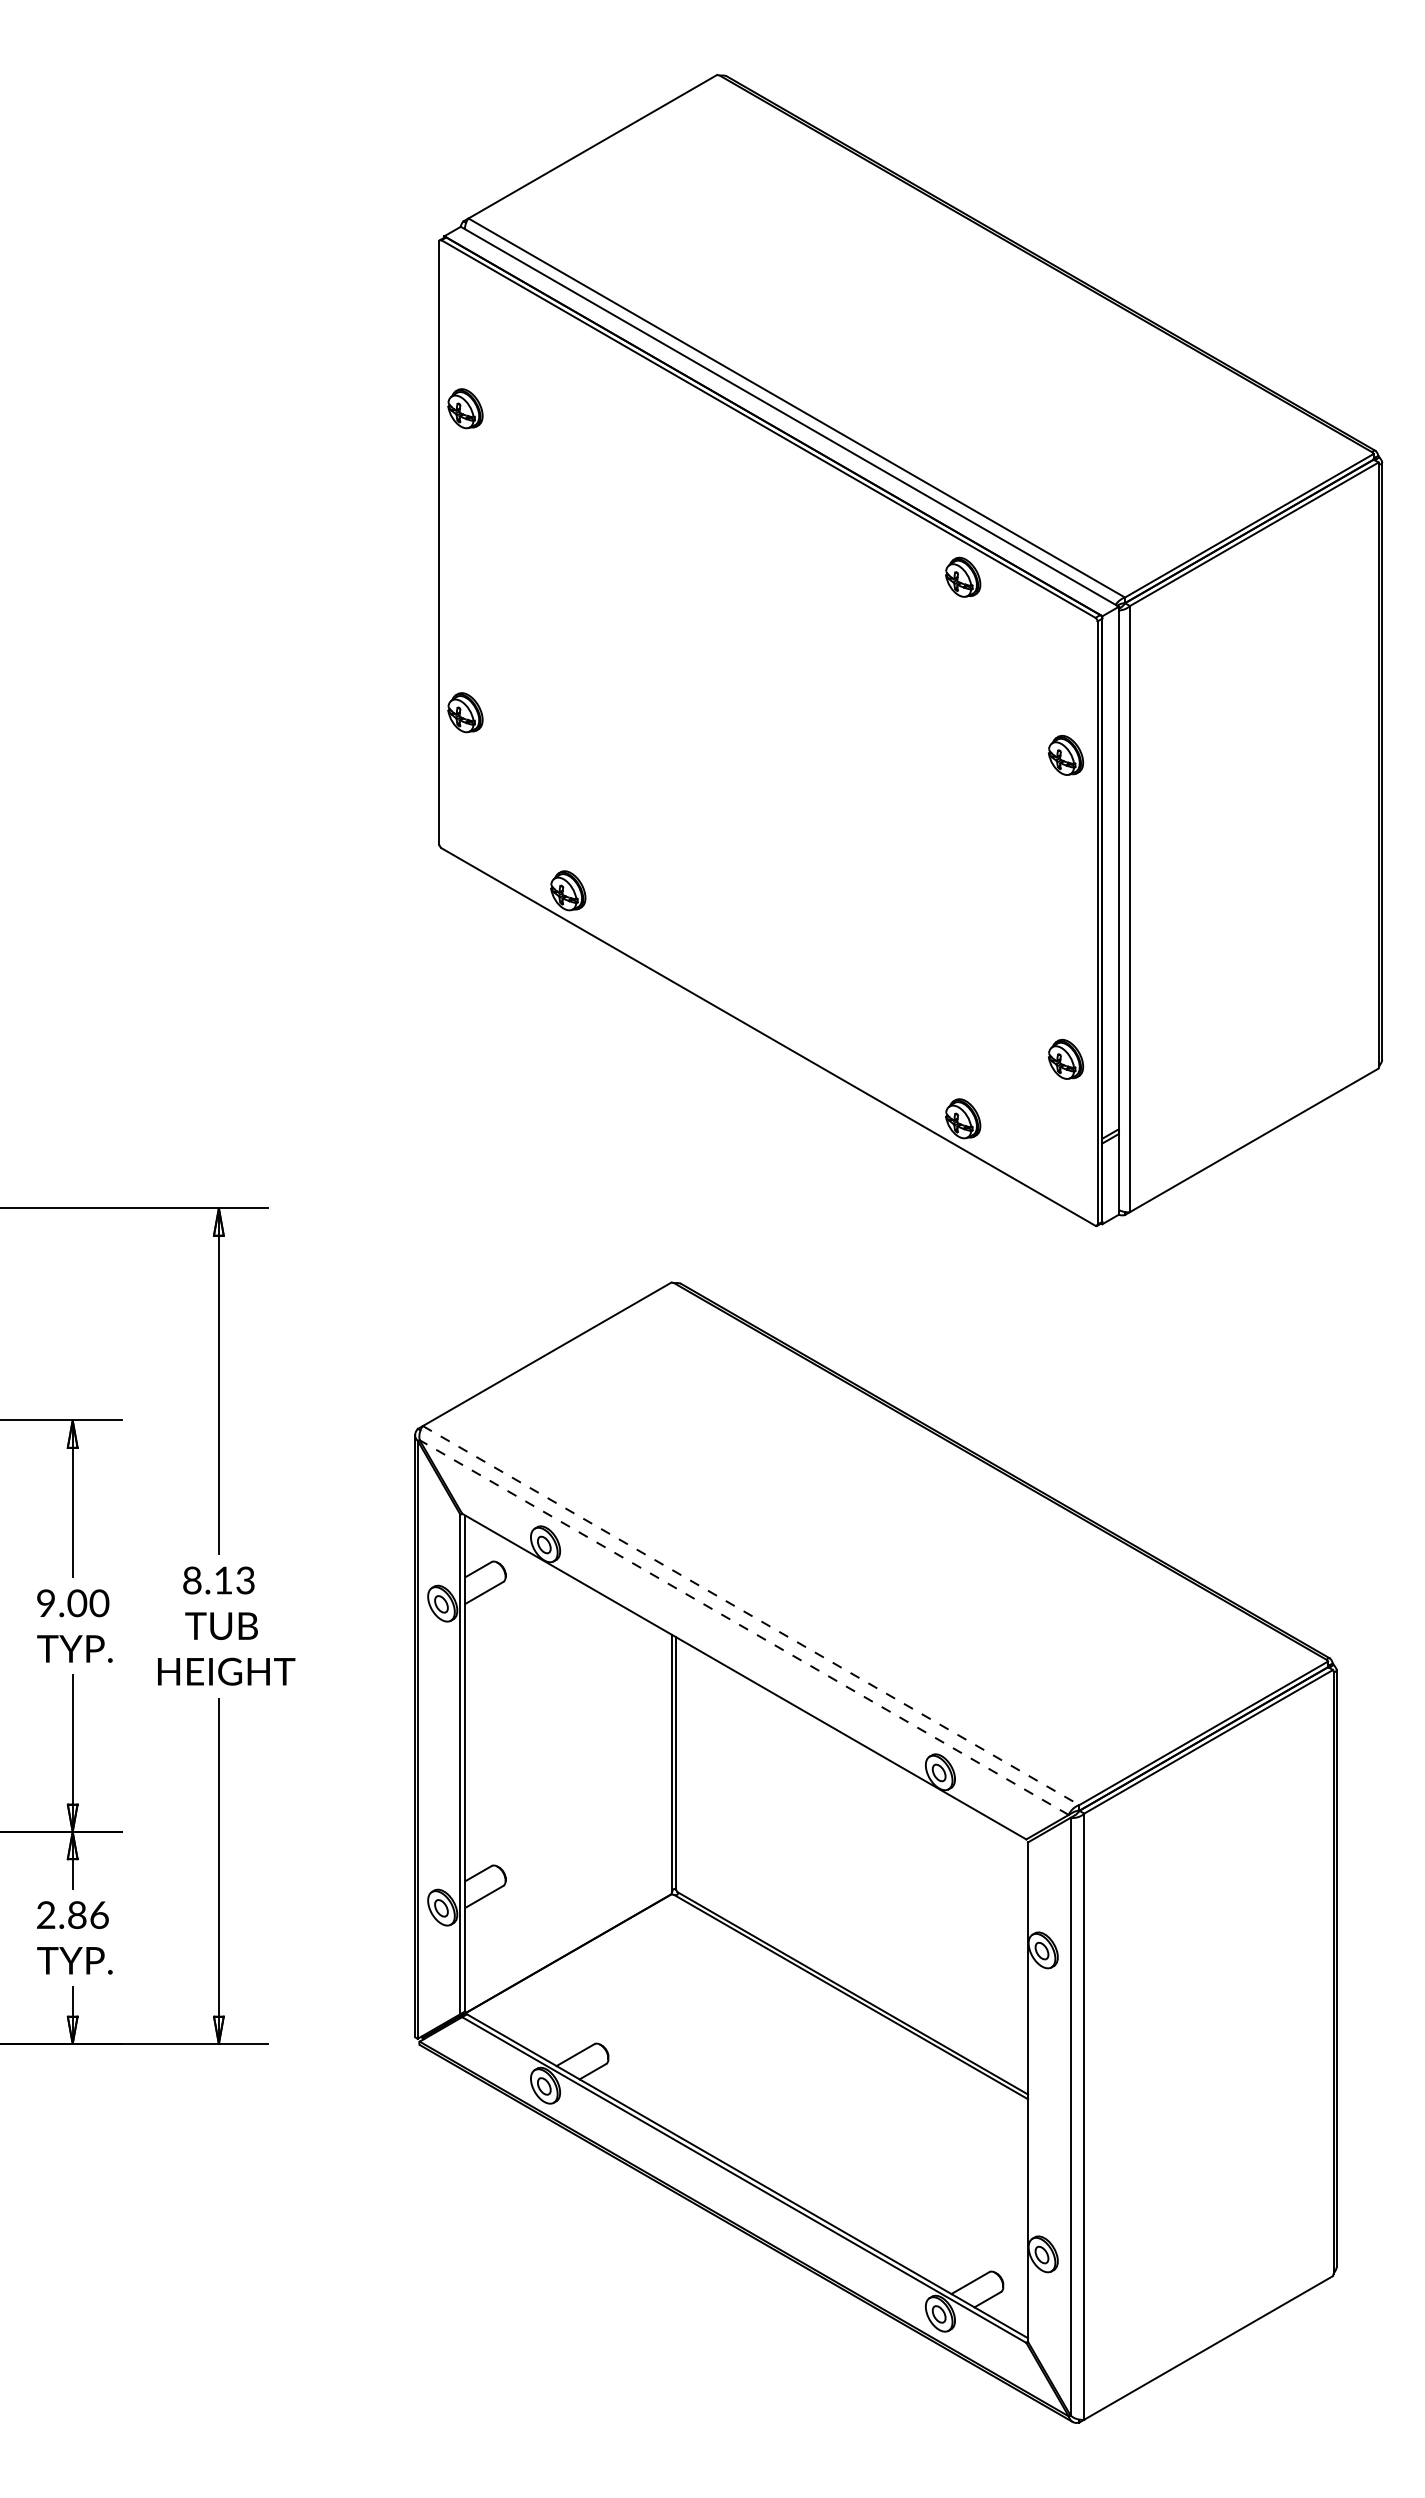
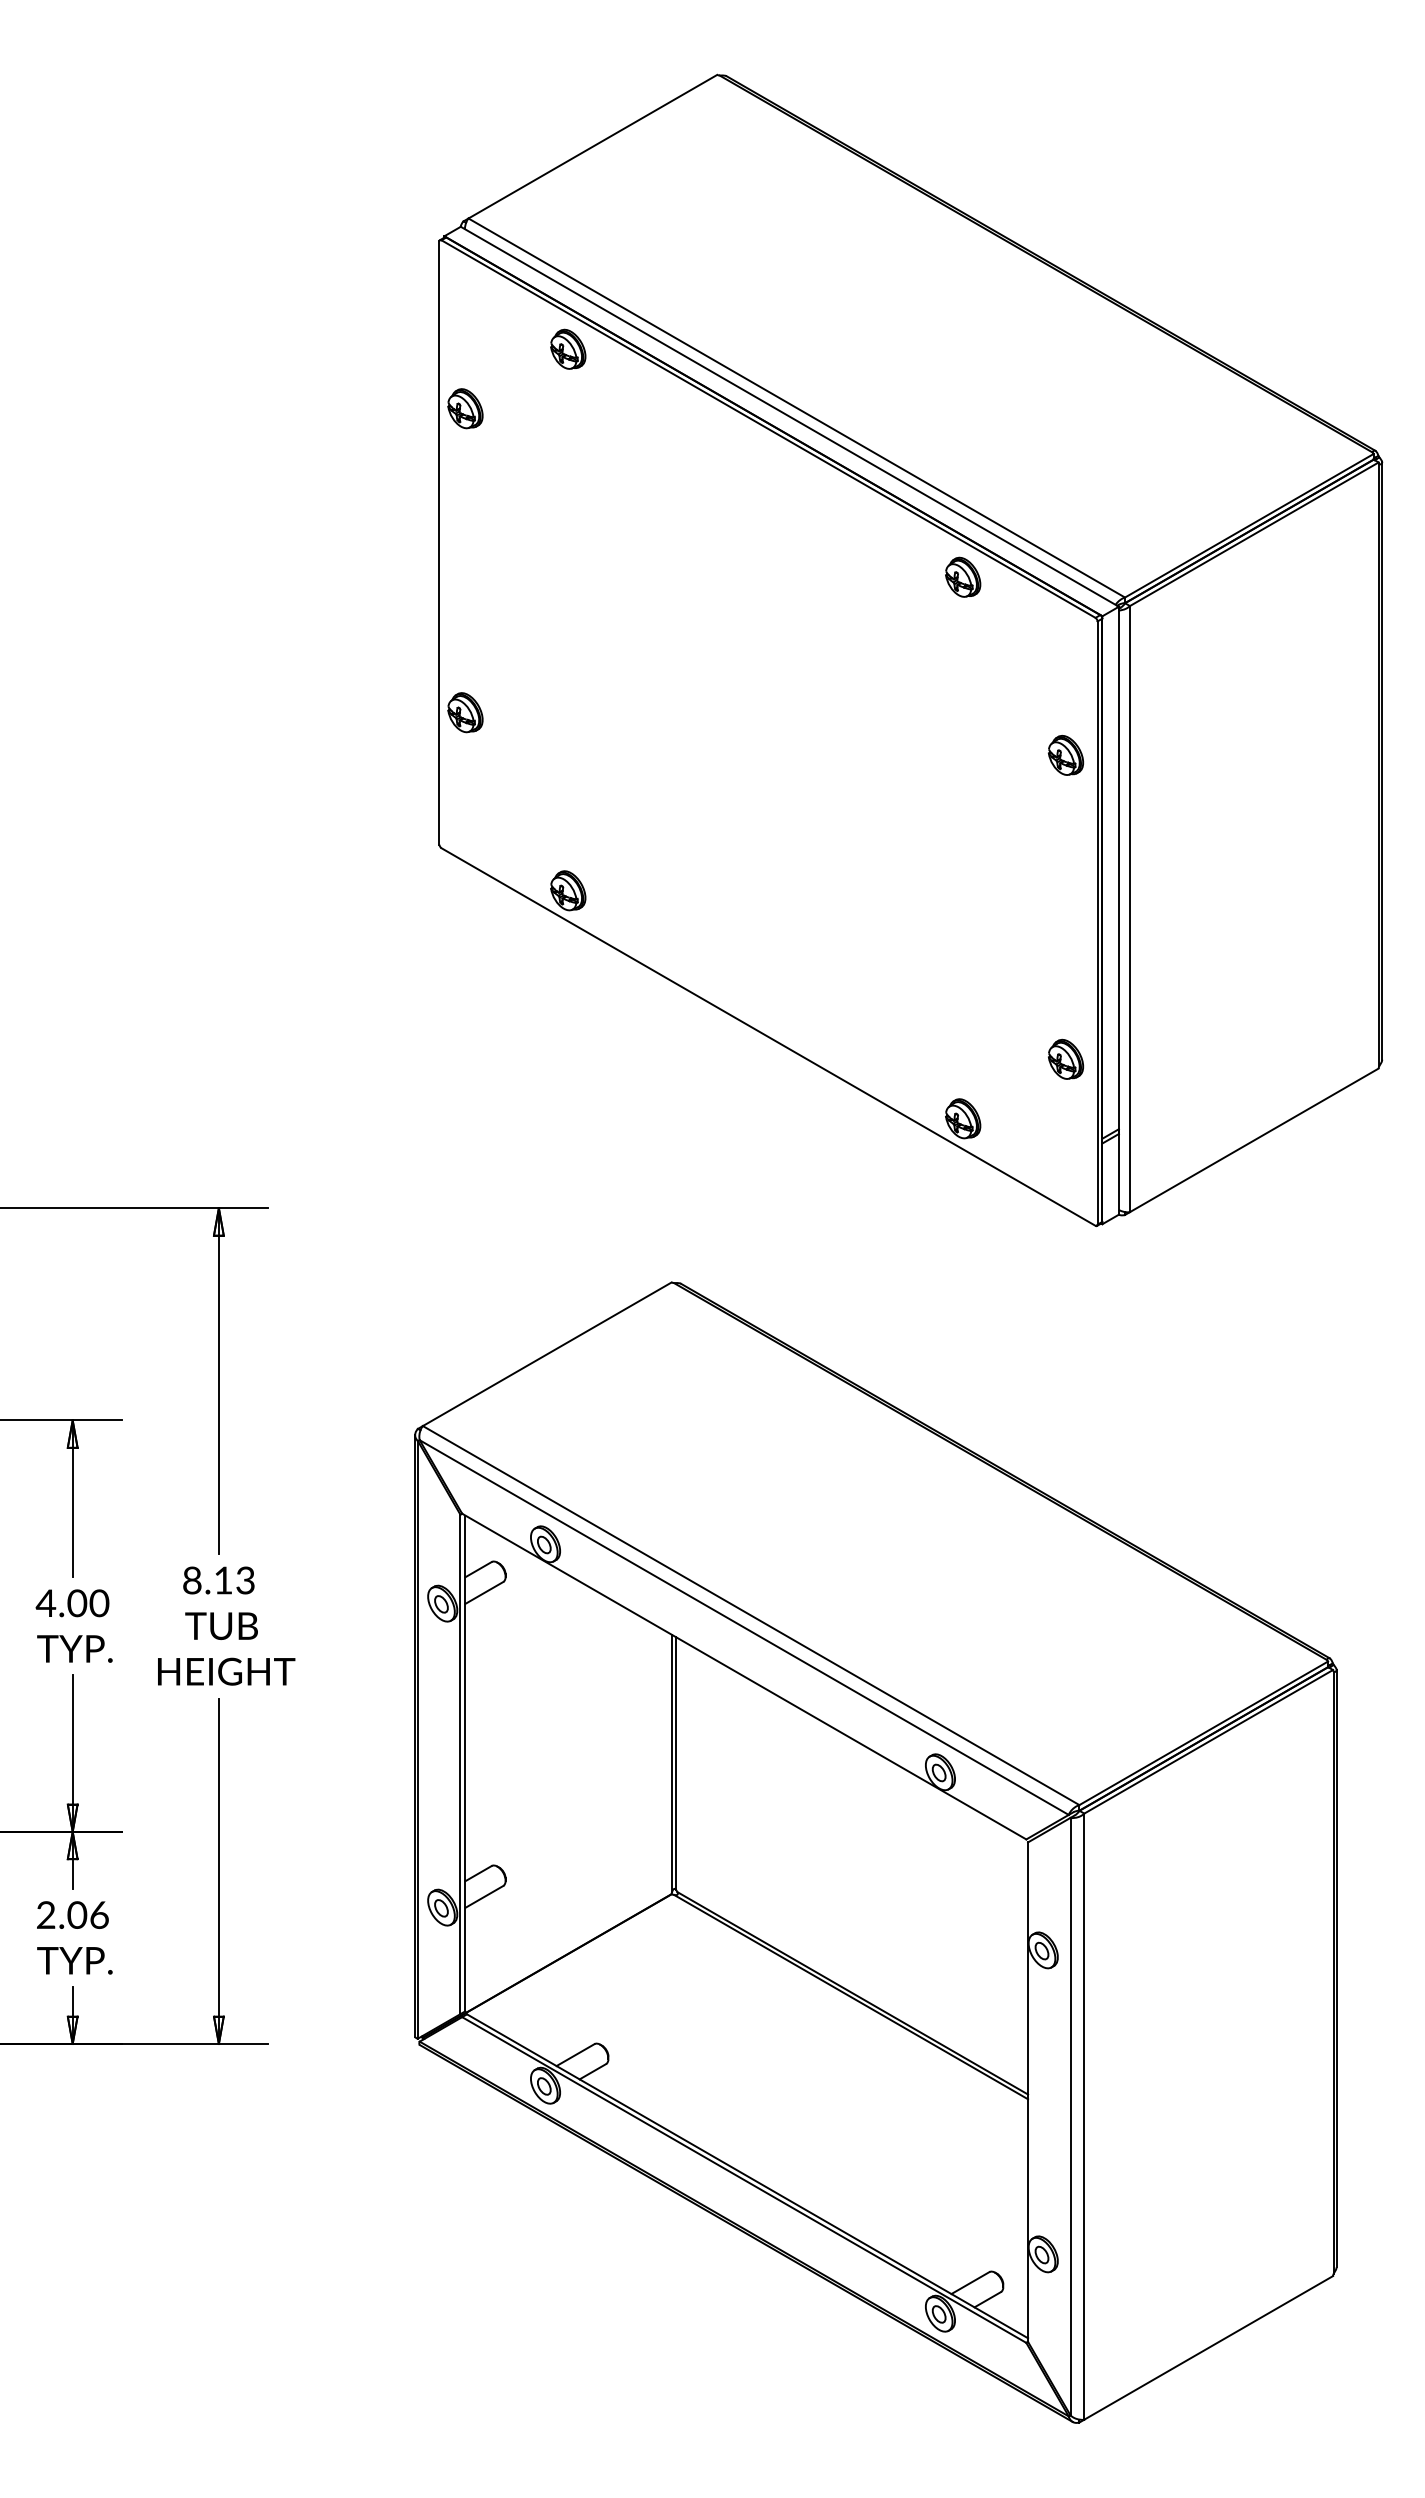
part at (568, 348): none -> present
text at (45, 1602): 9.00 -> 4.00
line at (751, 1615): dashed -> solid
line at (744, 1627): dashed -> solid
text at (77, 1915): 2.86 -> 2.06
